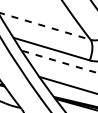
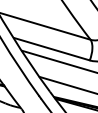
line at (45, 26): dashed -> solid
line at (60, 62): dashed -> solid
